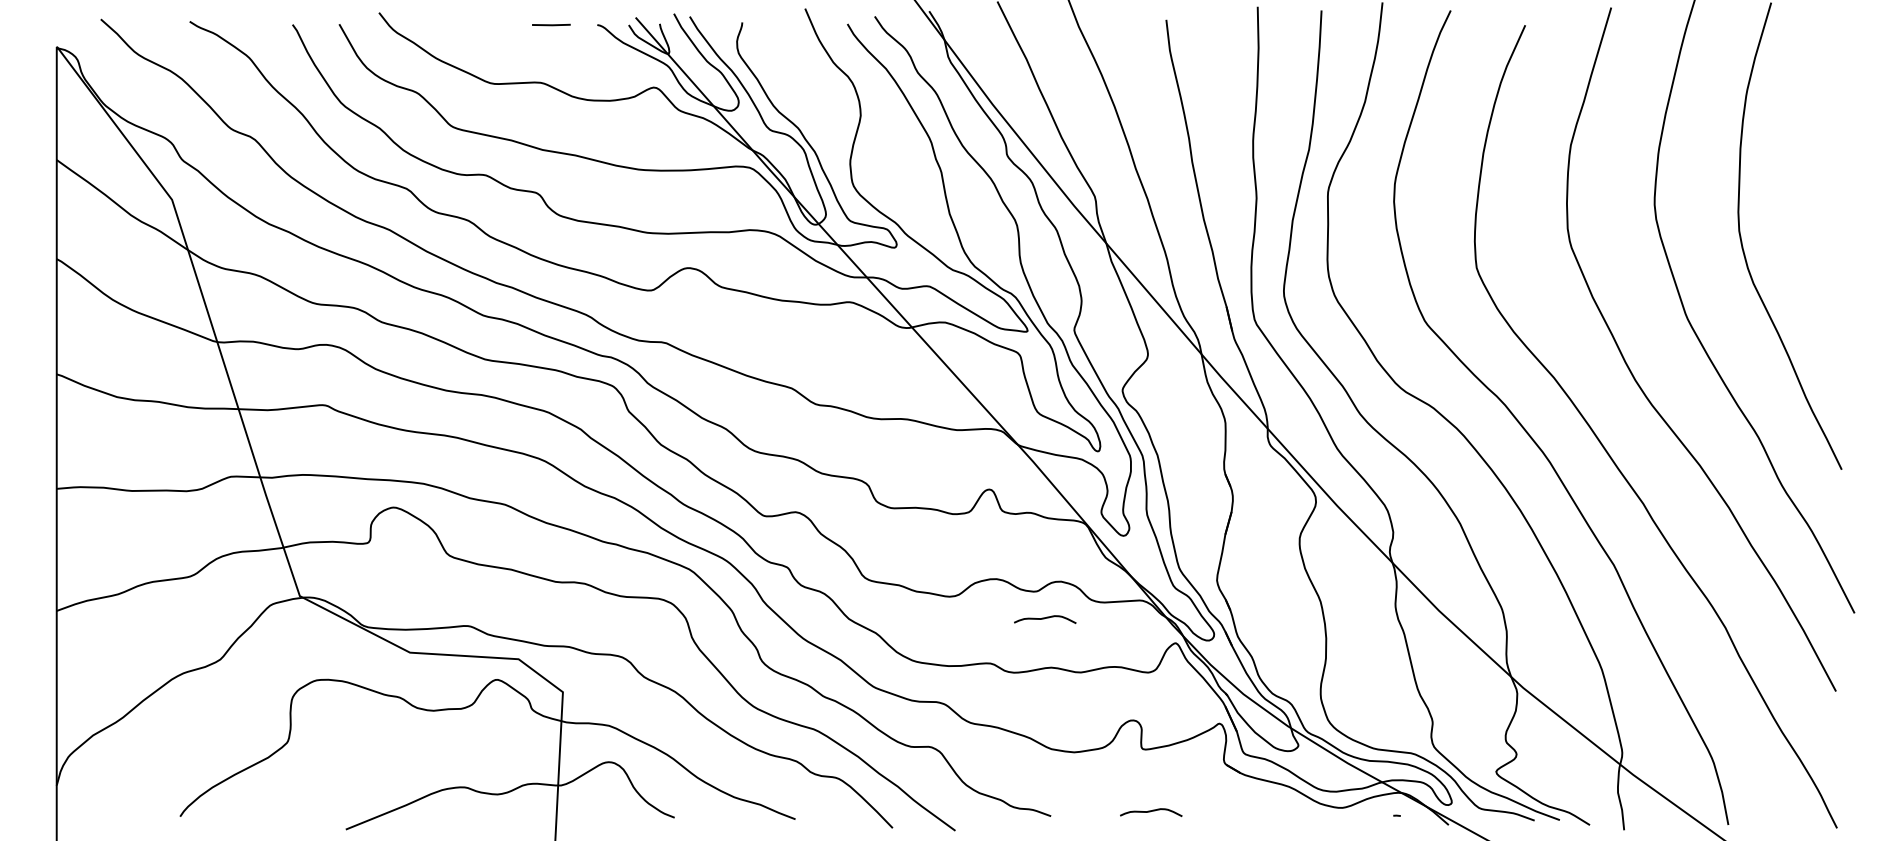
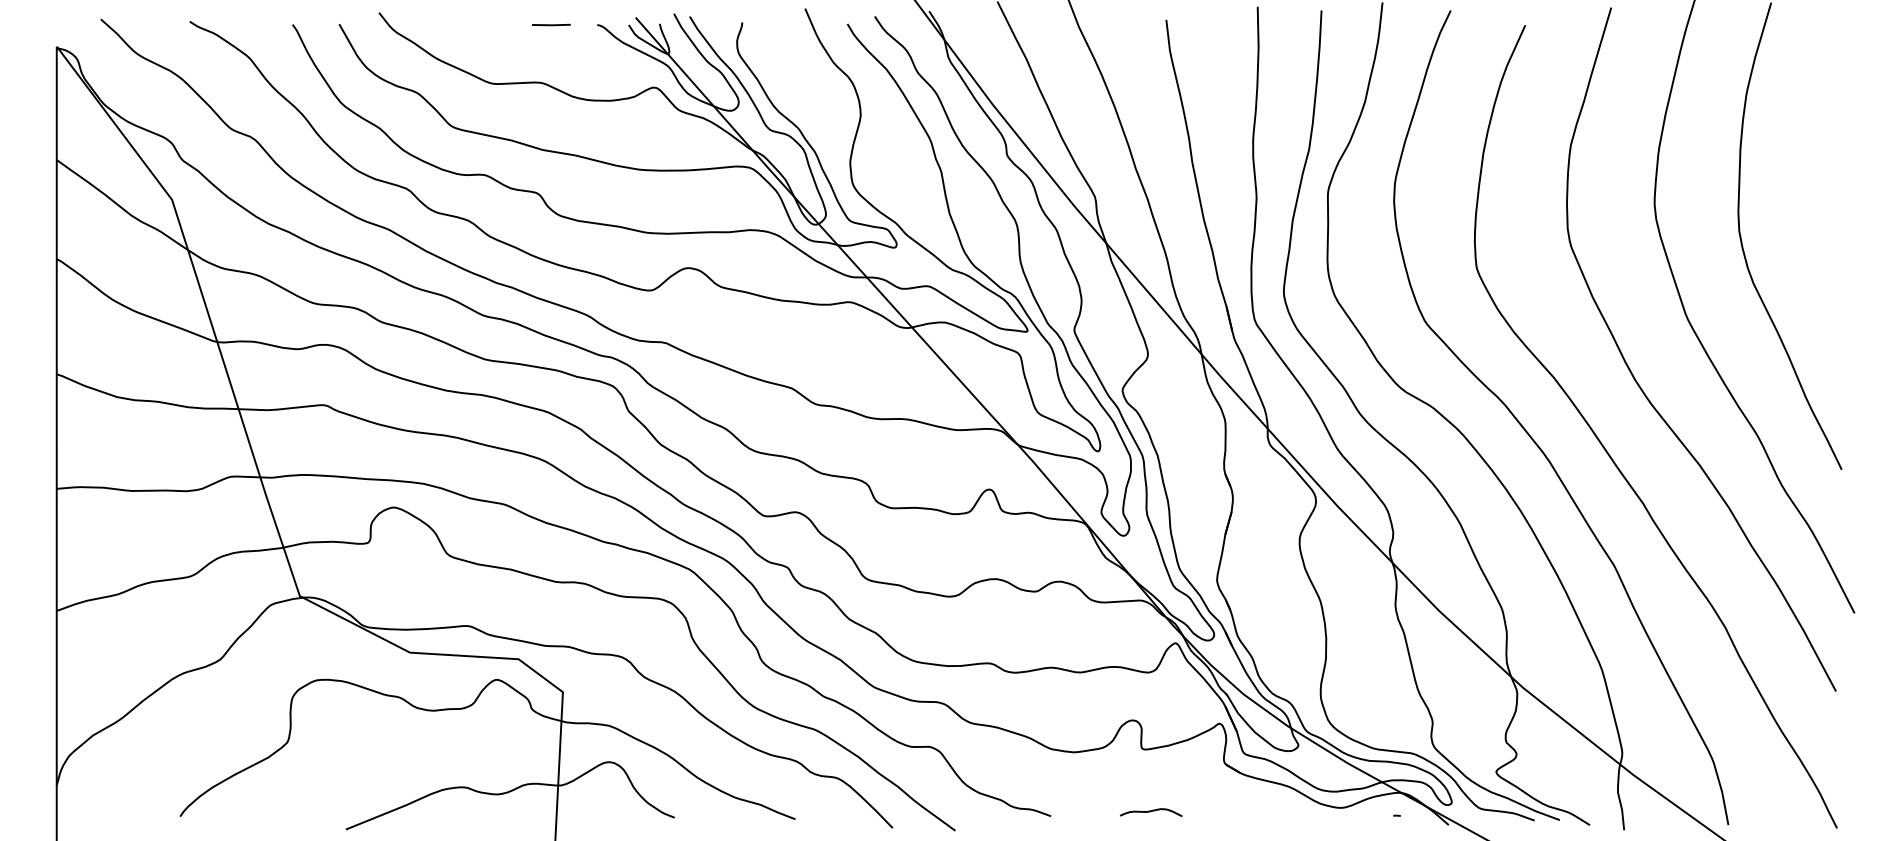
curve at (1045, 618): present -> none
